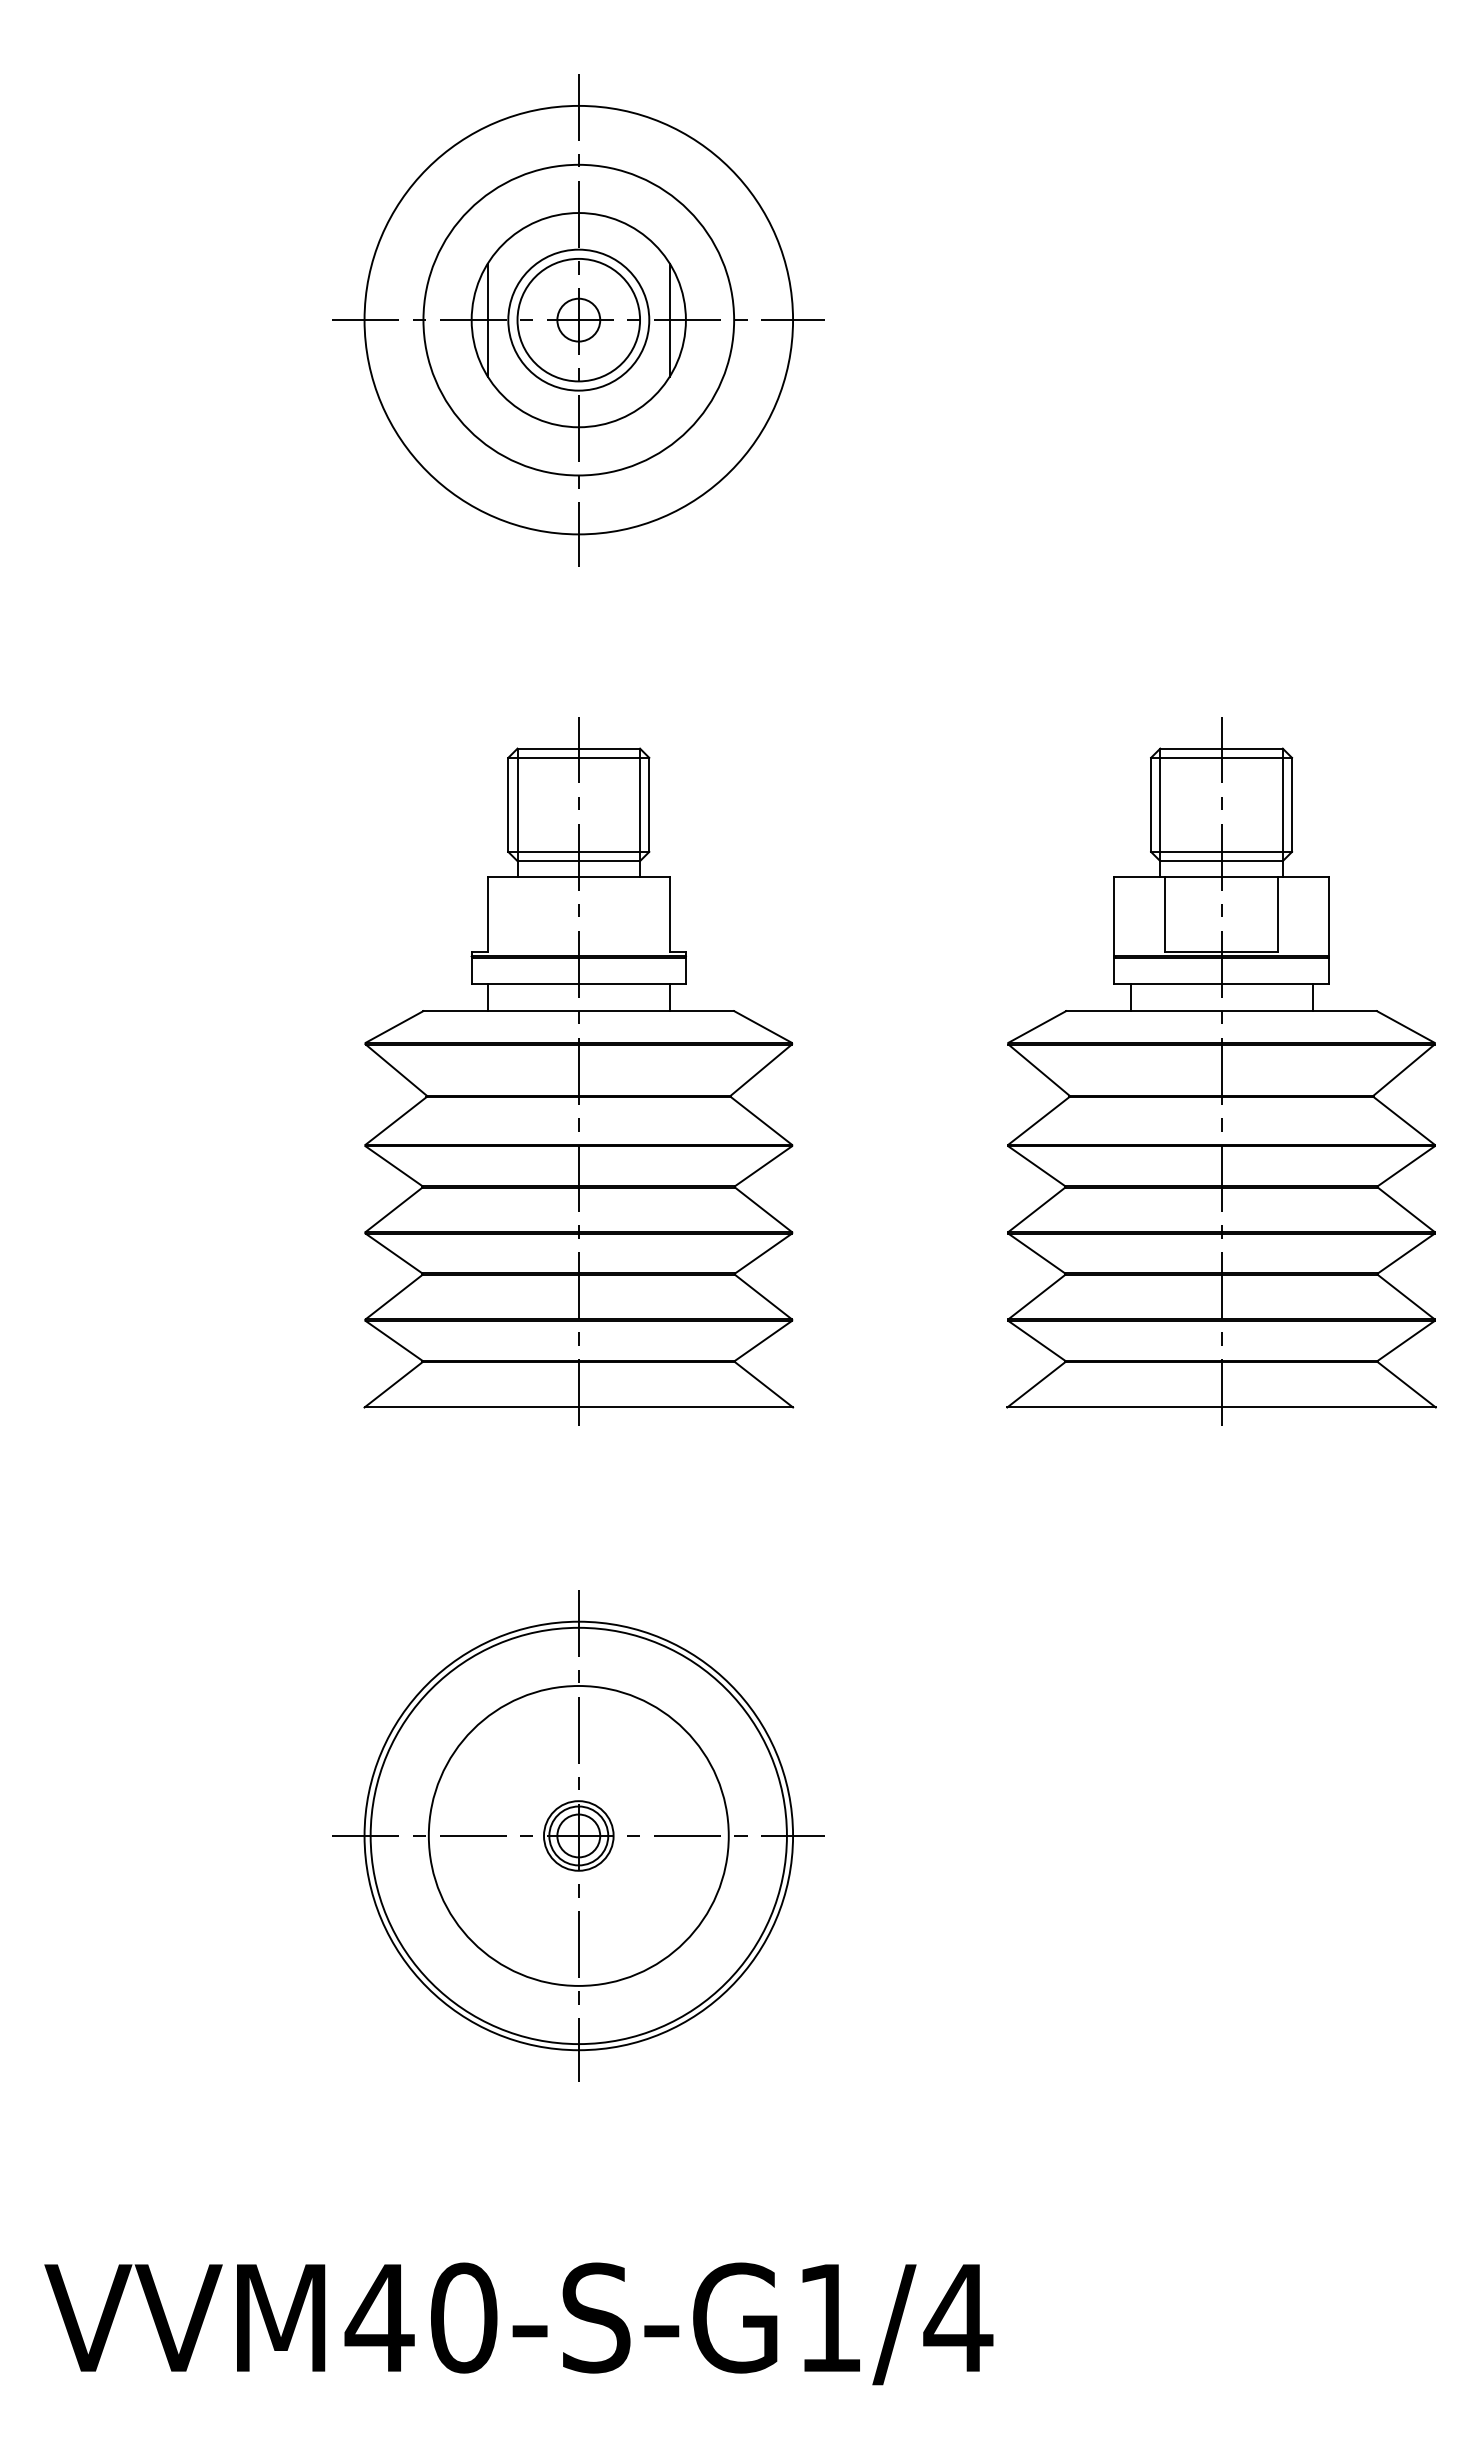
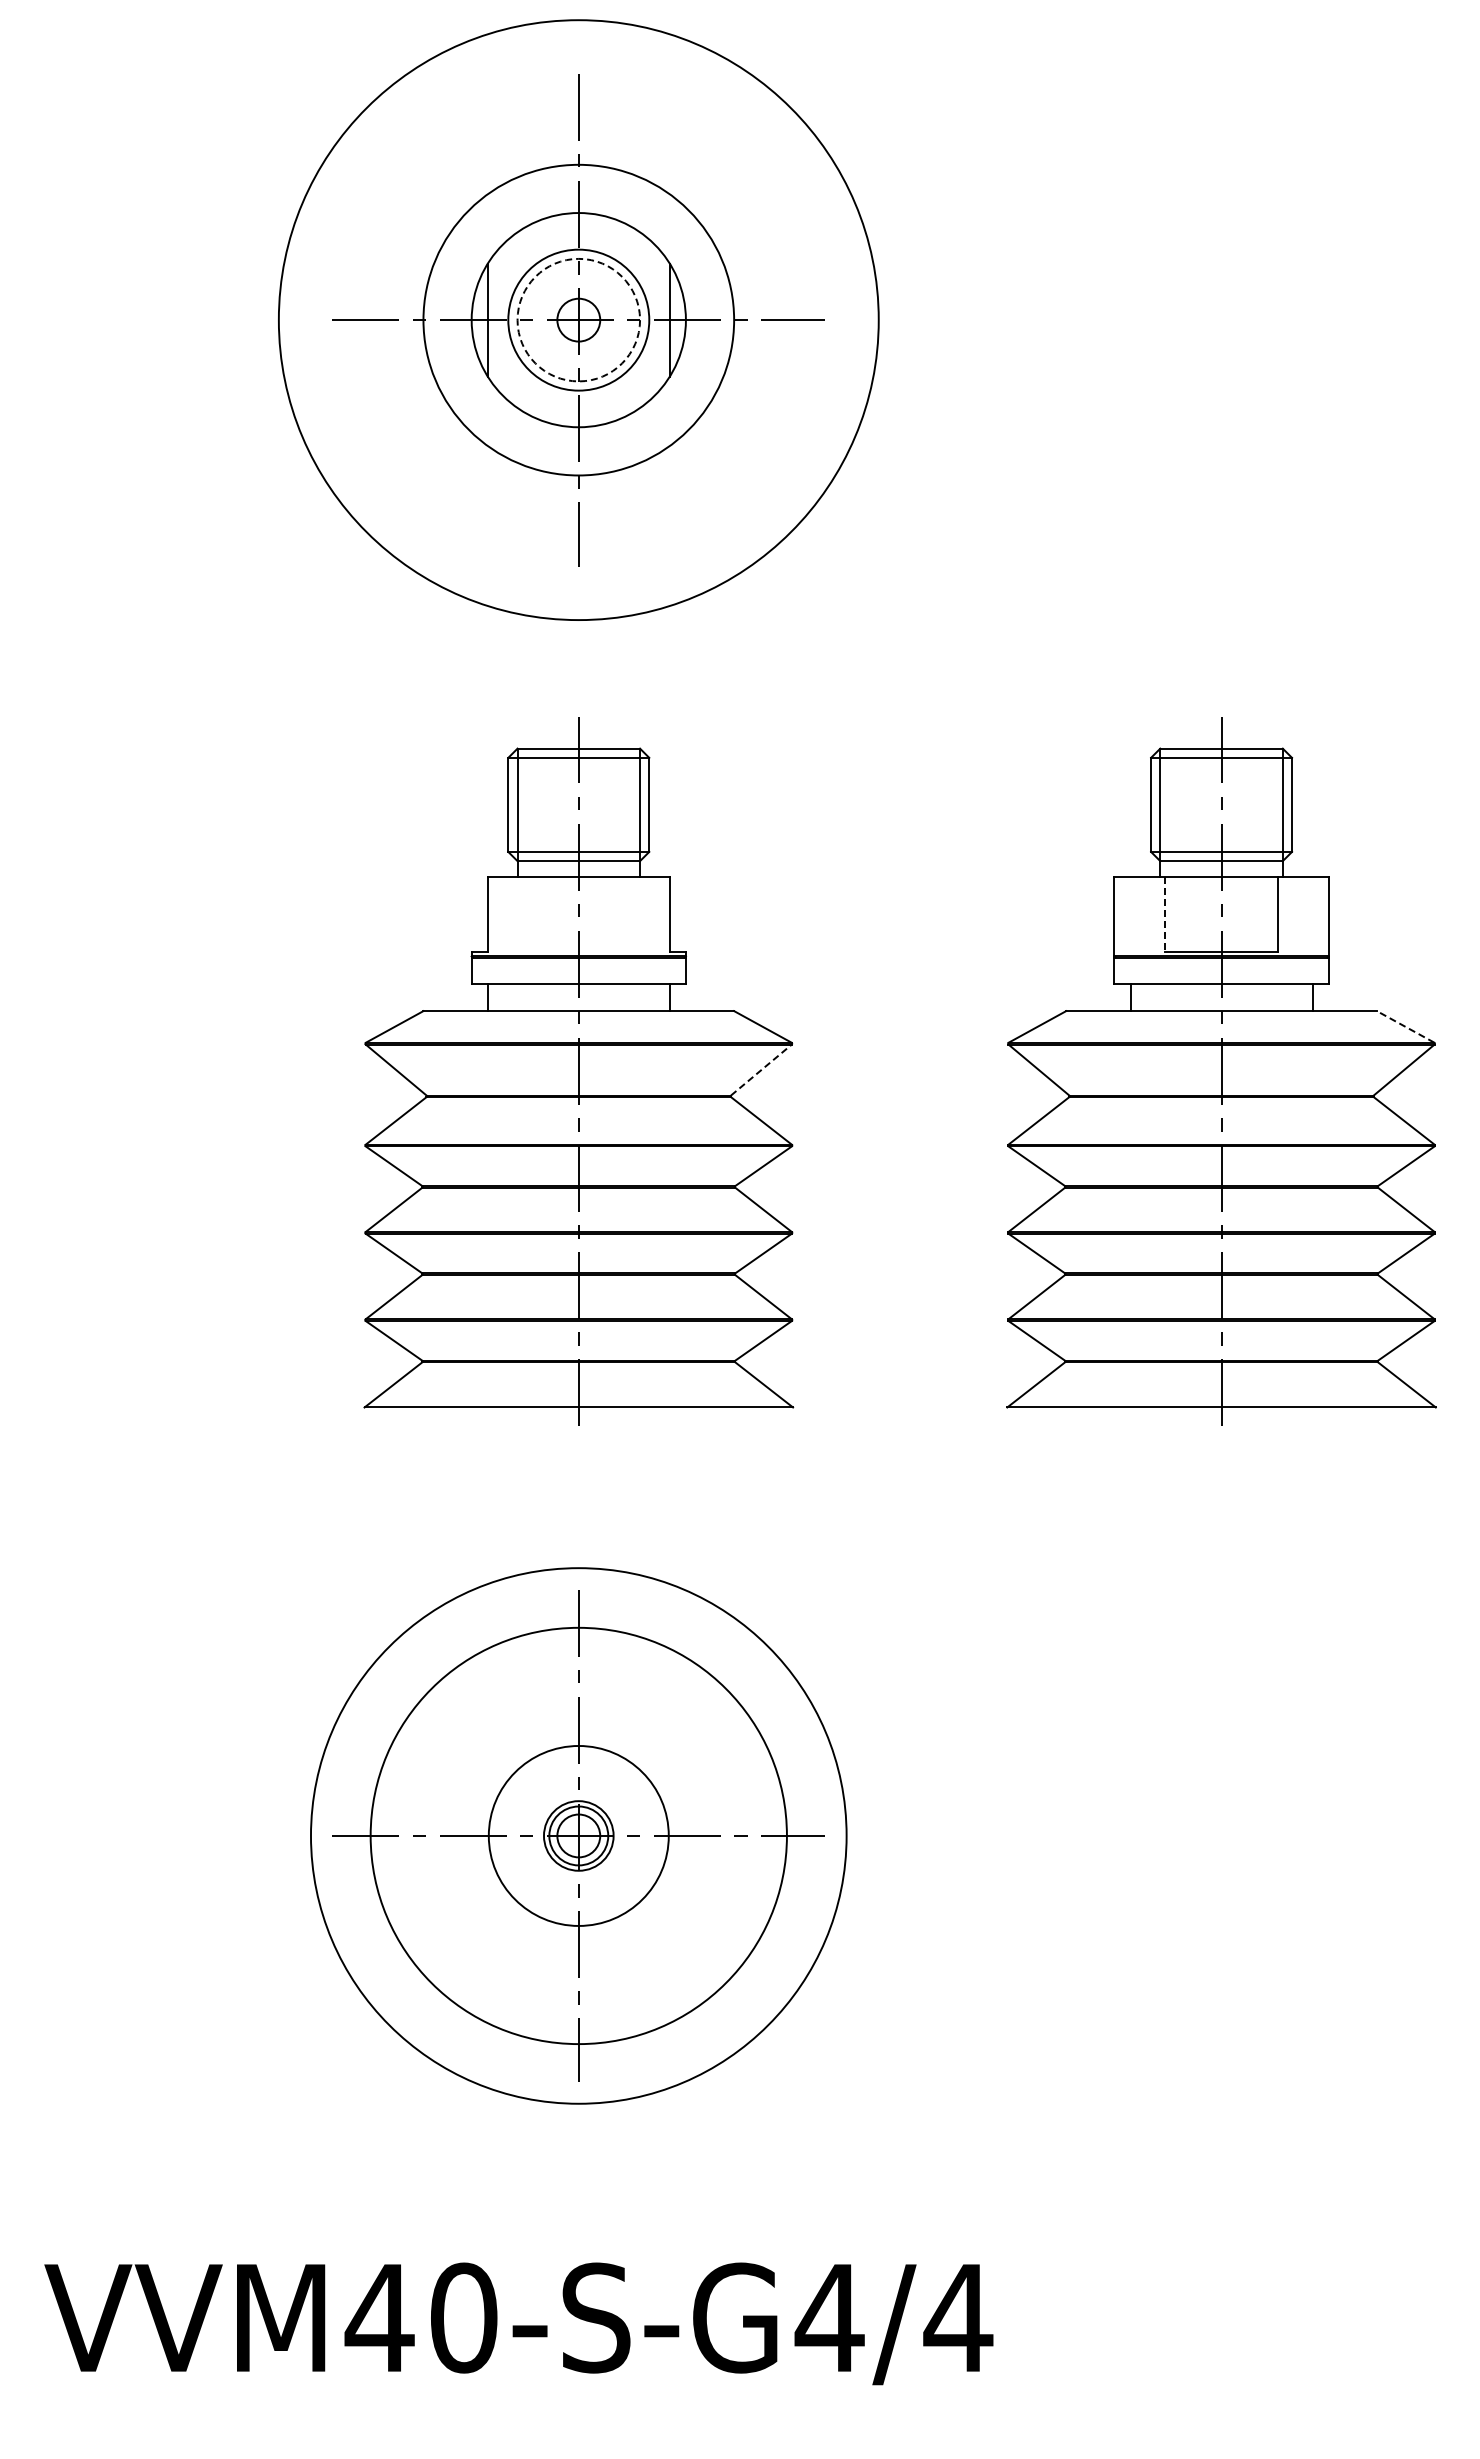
circle at (578, 319) diameter: 428 px -> 600 px
circle at (578, 319): solid -> dashed
line at (1165, 915): solid -> dashed
line at (1405, 1026): solid -> dashed
line at (761, 1070): solid -> dashed
circle at (578, 1835) diameter: 300 px -> 180 px
circle at (578, 1835) diameter: 428 px -> 536 px
text at (829, 2317): VVM40-S-G1/4 -> VVM40-S-G4/4
